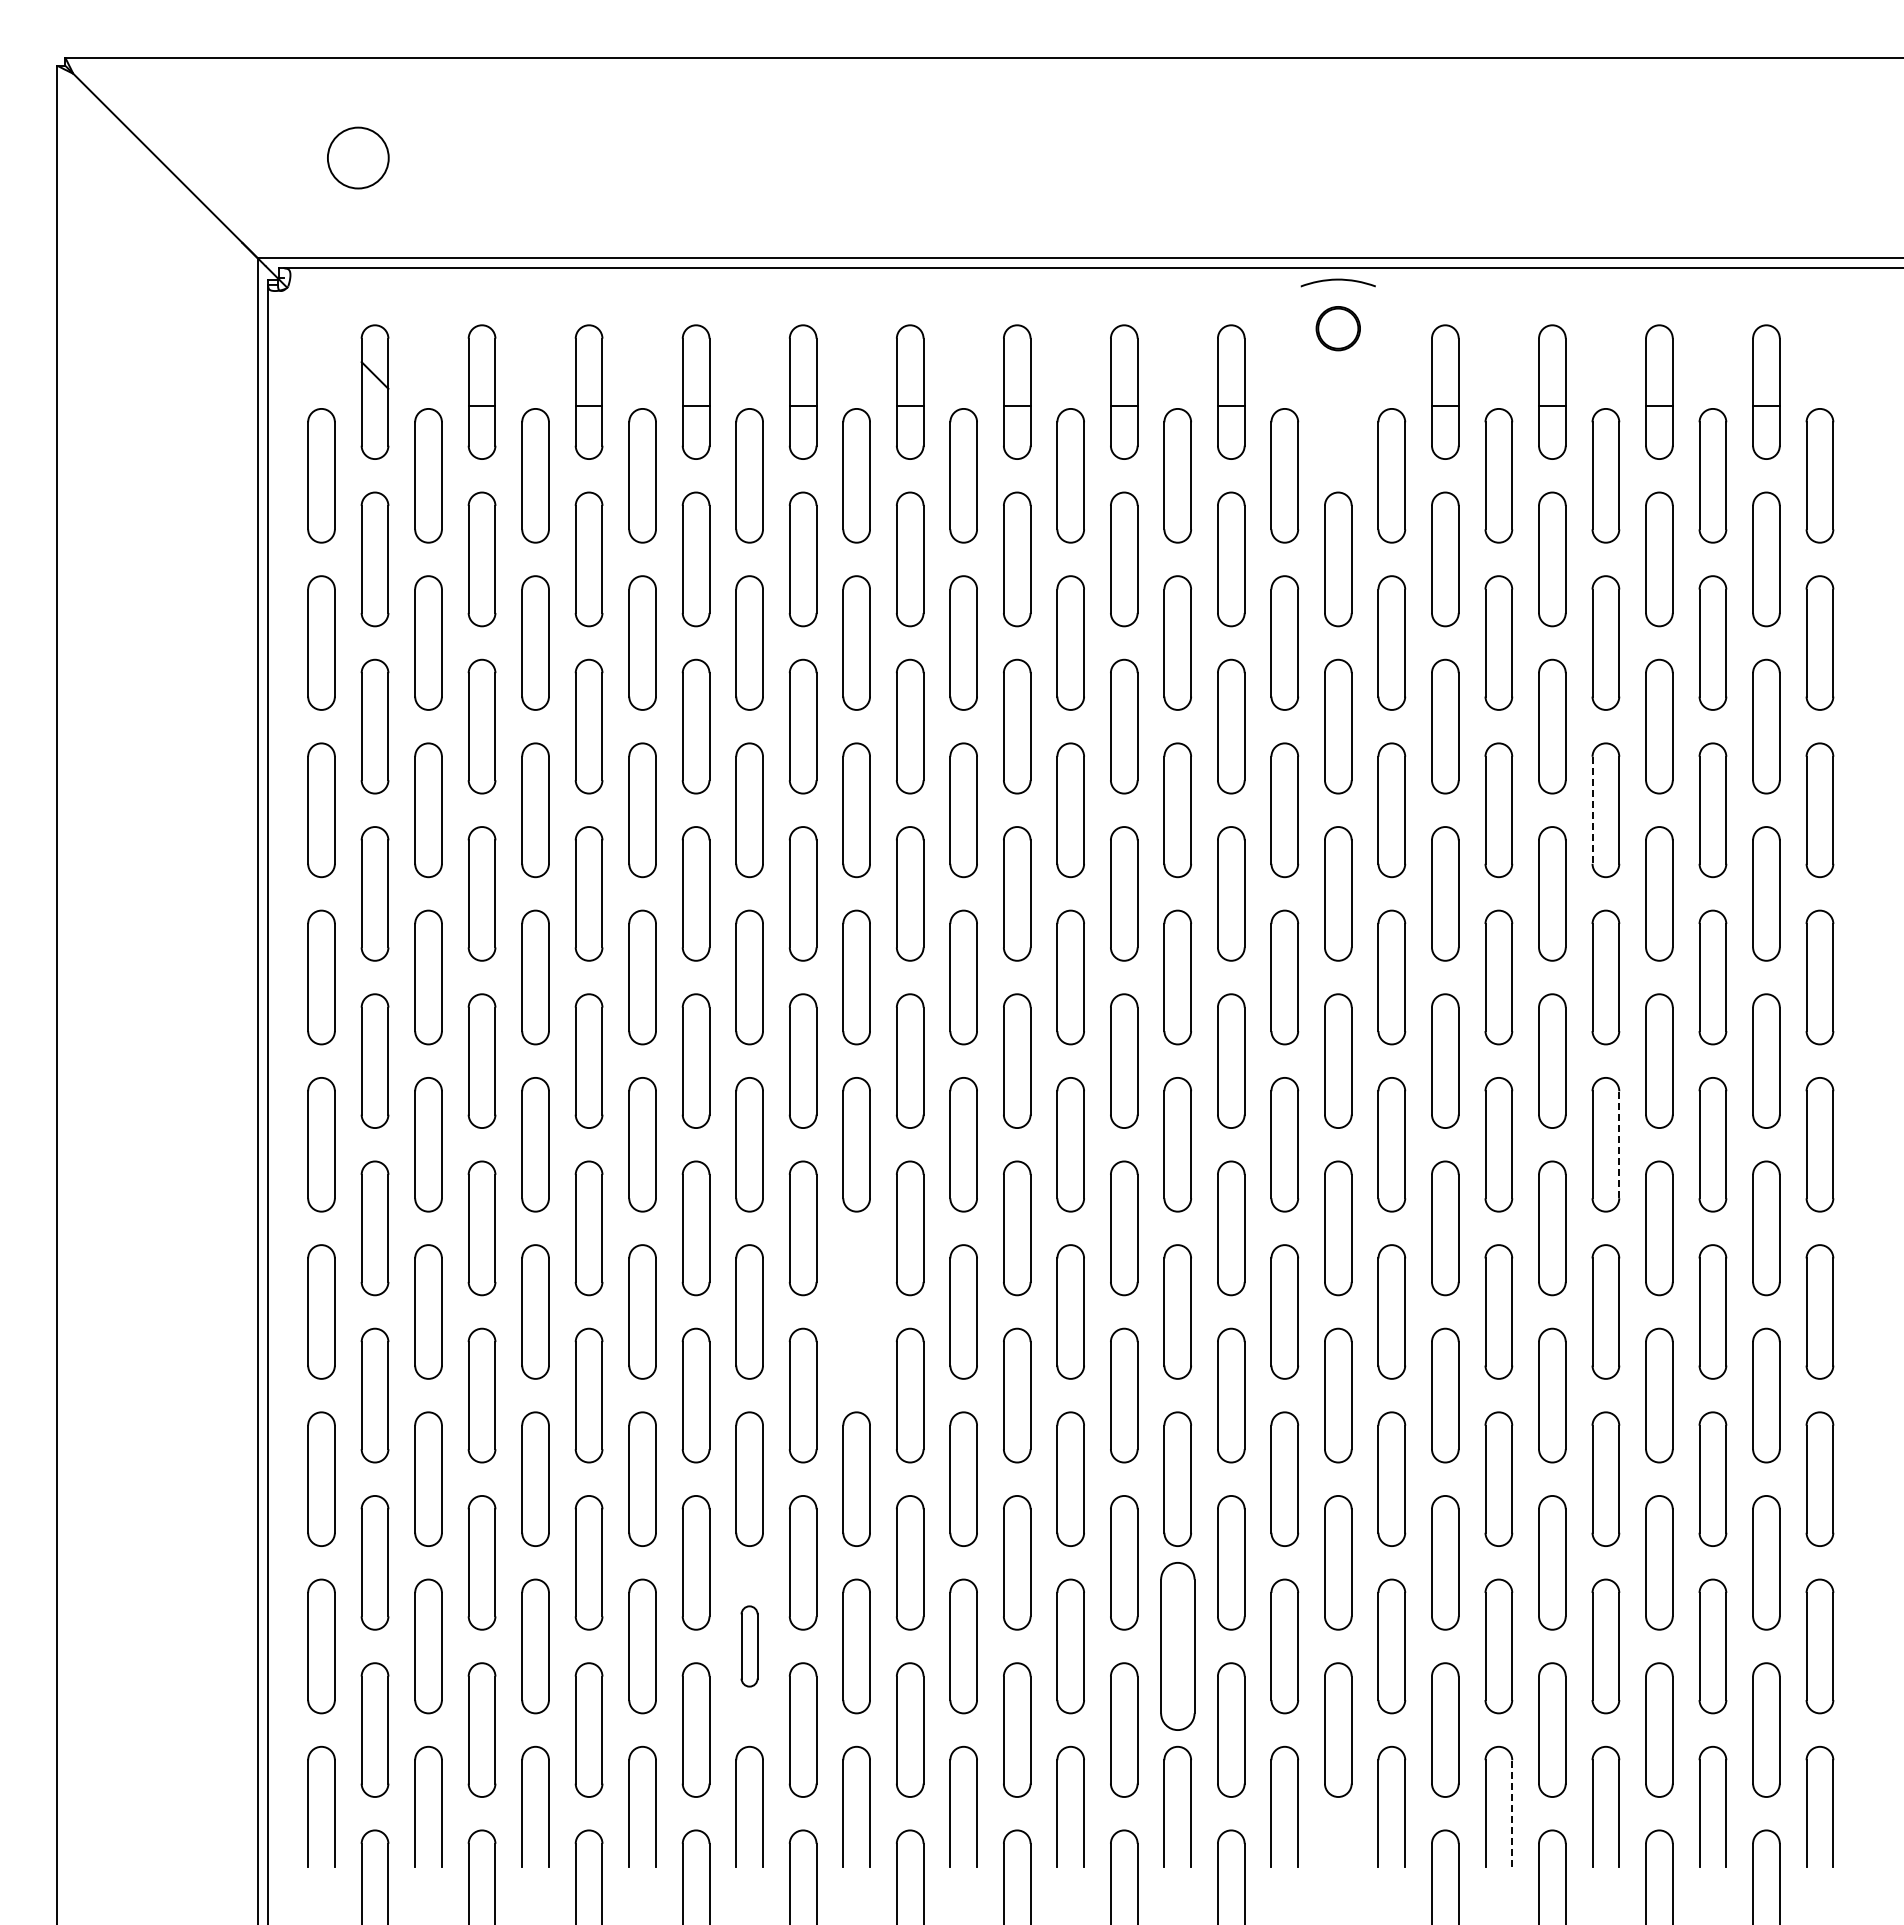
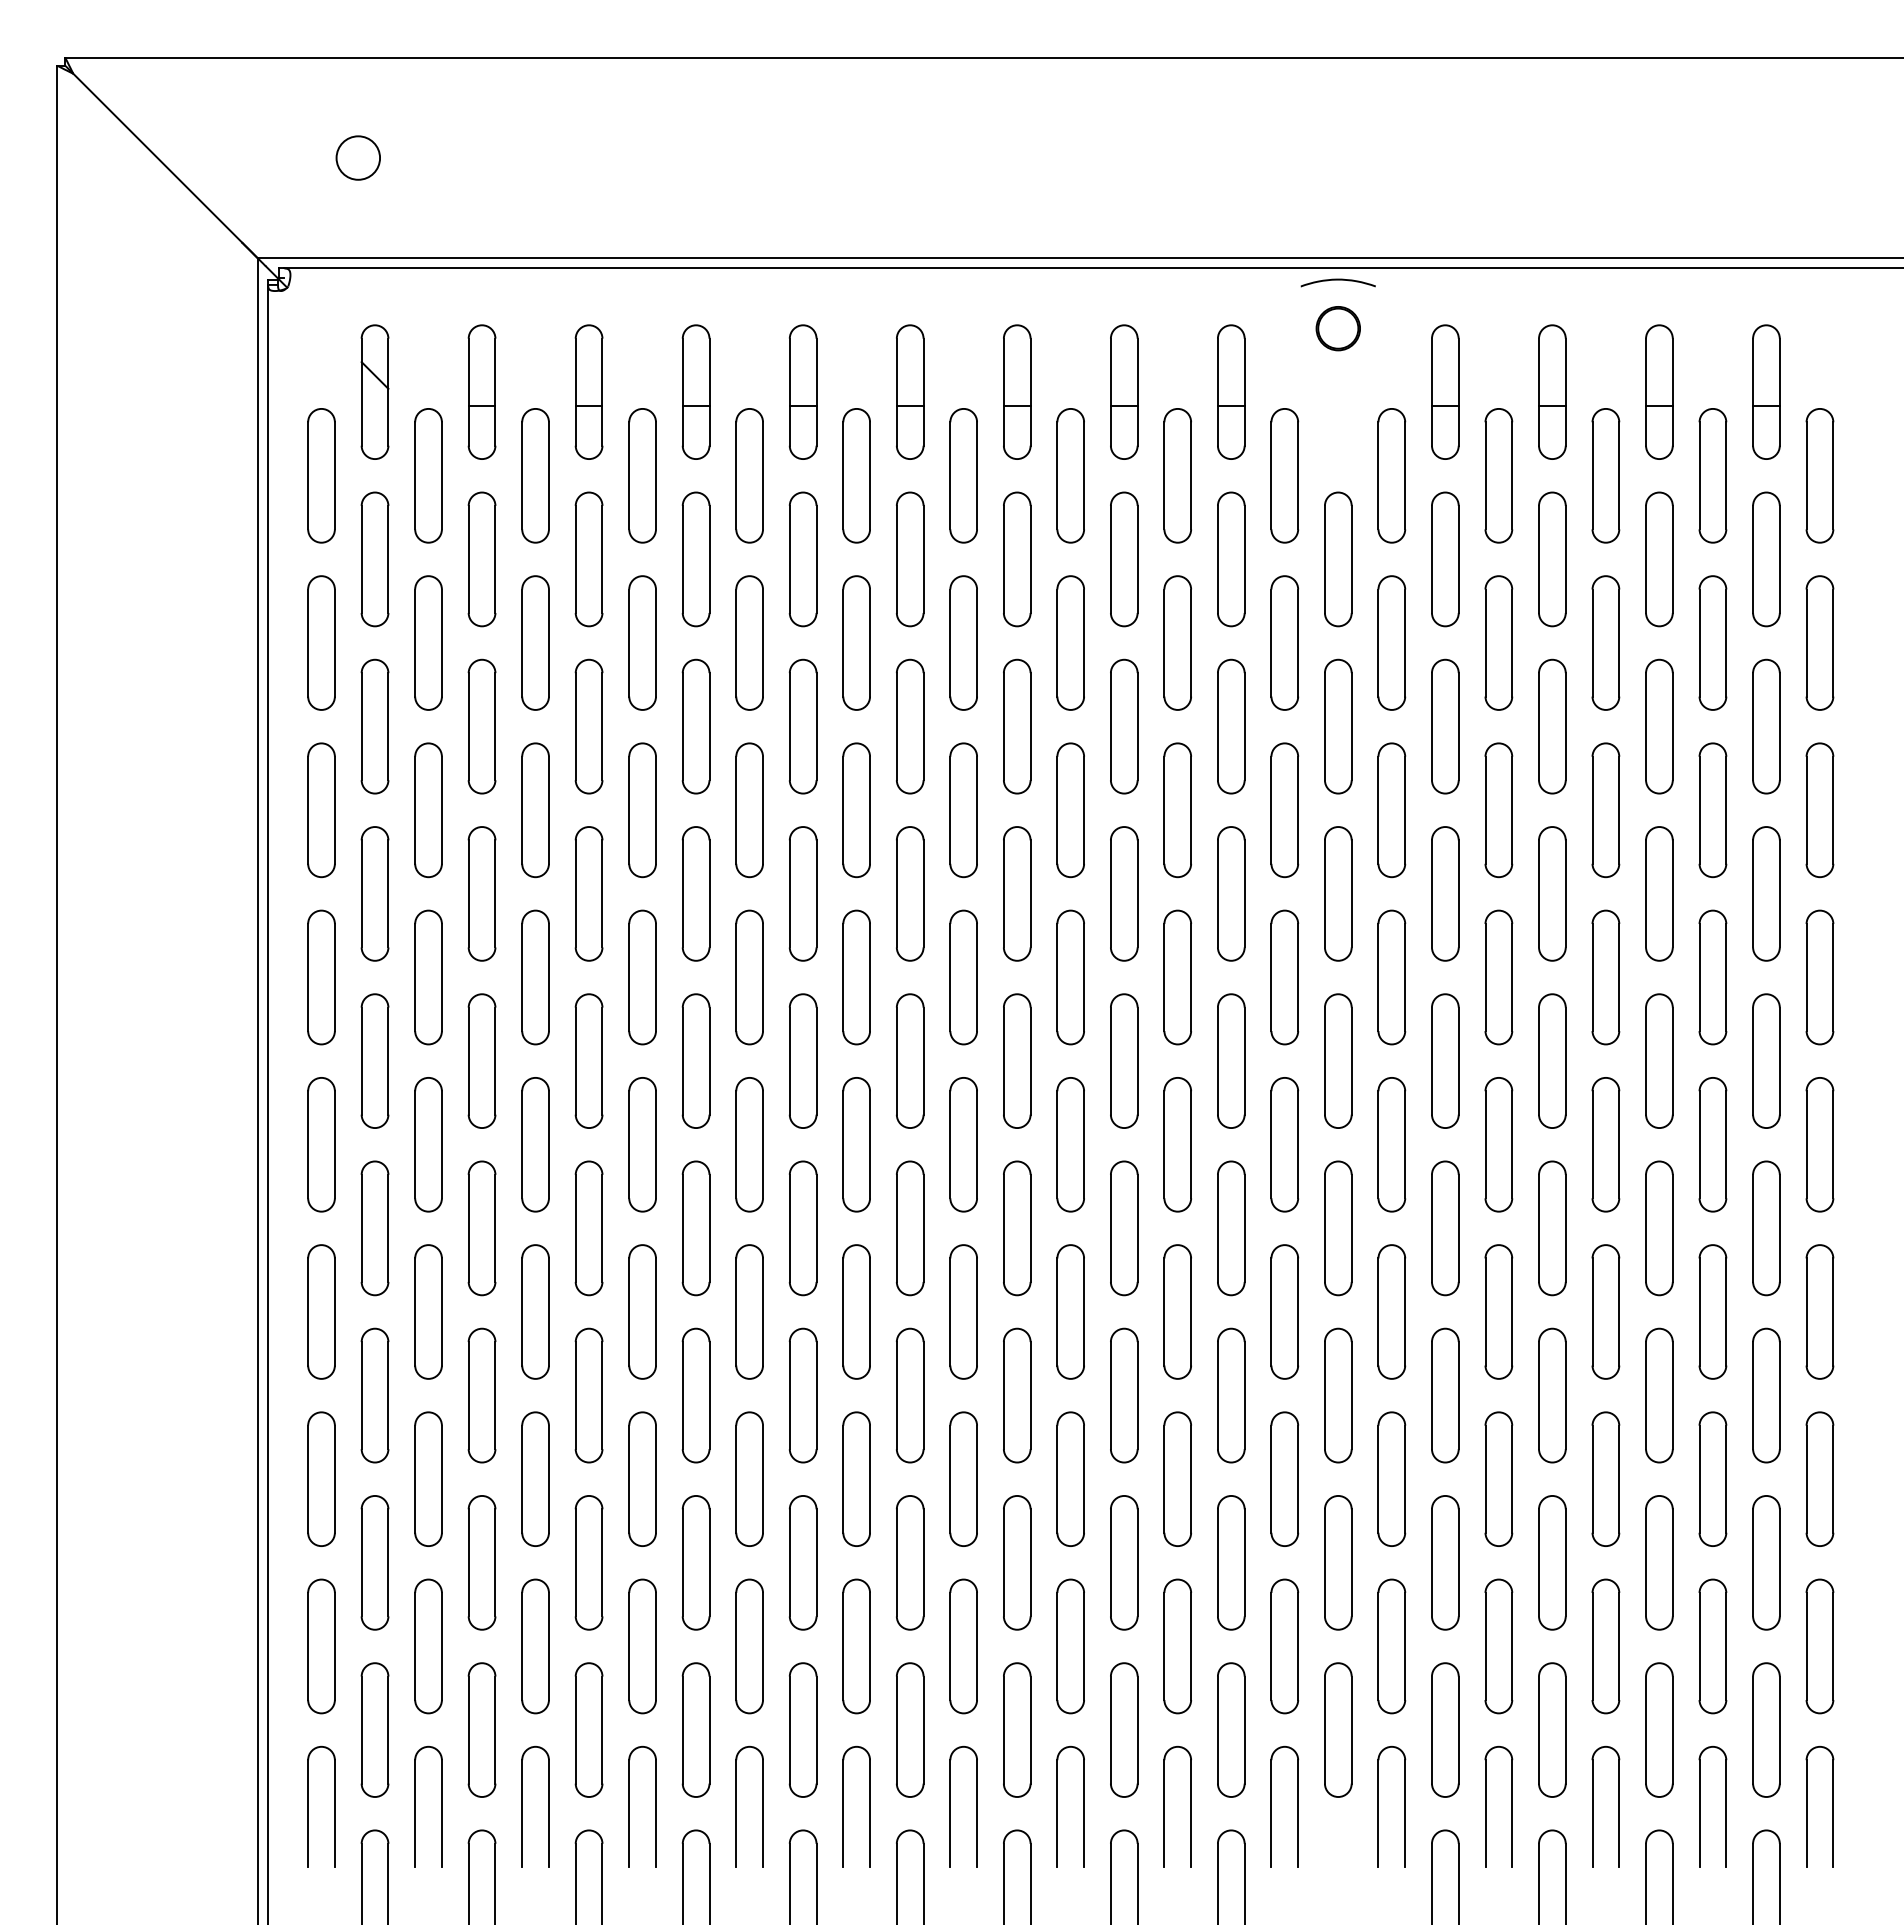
circle at (357, 157) diameter: 61 px -> 43 px
line at (1592, 810): dashed -> solid
line at (1619, 1144): dashed -> solid
part at (856, 1311): none -> present
part at (749, 1646) size: 19x83 px -> 29x137 px
part at (1177, 1646) size: 36x169 px -> 29x137 px
line at (1512, 1813): dashed -> solid
